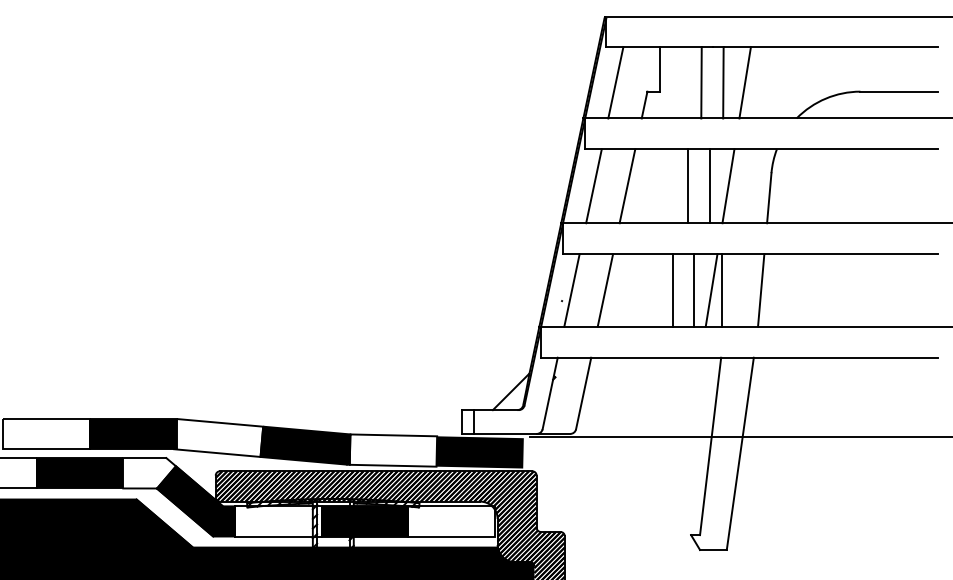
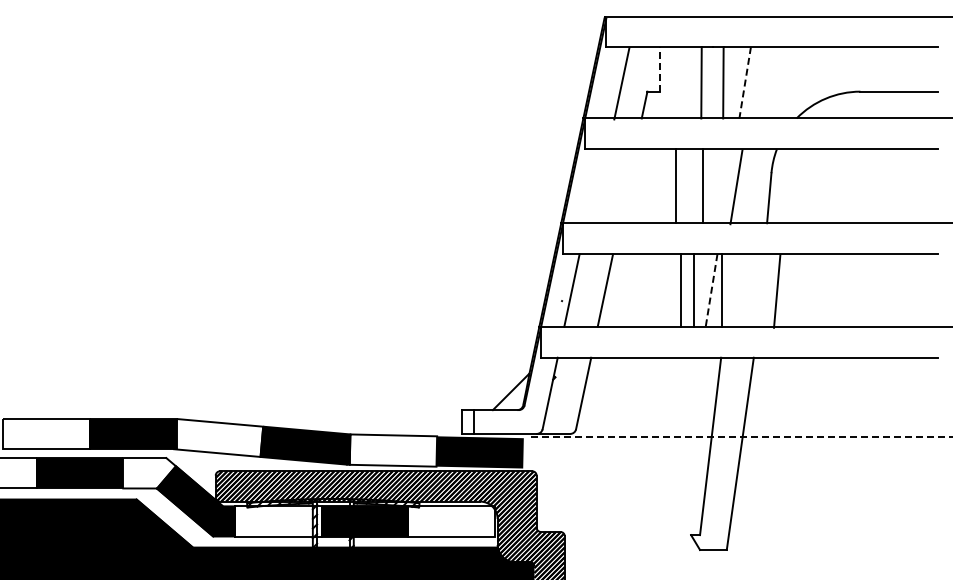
line at (660, 68): solid -> dashed
line at (615, 82) position: (615, 82) -> (621, 83)
line at (745, 83): solid -> dashed
line at (593, 186): present -> none
line at (627, 186): present -> none
line at (687, 186) position: (687, 186) -> (675, 186)
line at (709, 186) position: (709, 186) -> (702, 186)
line at (728, 186) position: (728, 186) -> (736, 187)
line at (672, 290) position: (672, 290) -> (680, 290)
line at (711, 290): solid -> dashed
line at (761, 290) position: (761, 290) -> (777, 291)
line at (741, 437): solid -> dashed
